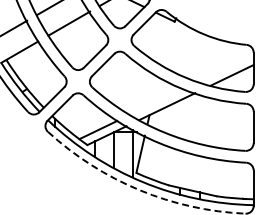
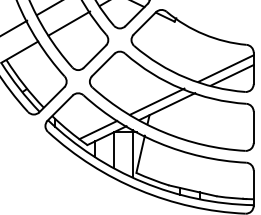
line at (225, 68): none -> present
line at (156, 101): none -> present
arc at (139, 190): dashed -> solid
